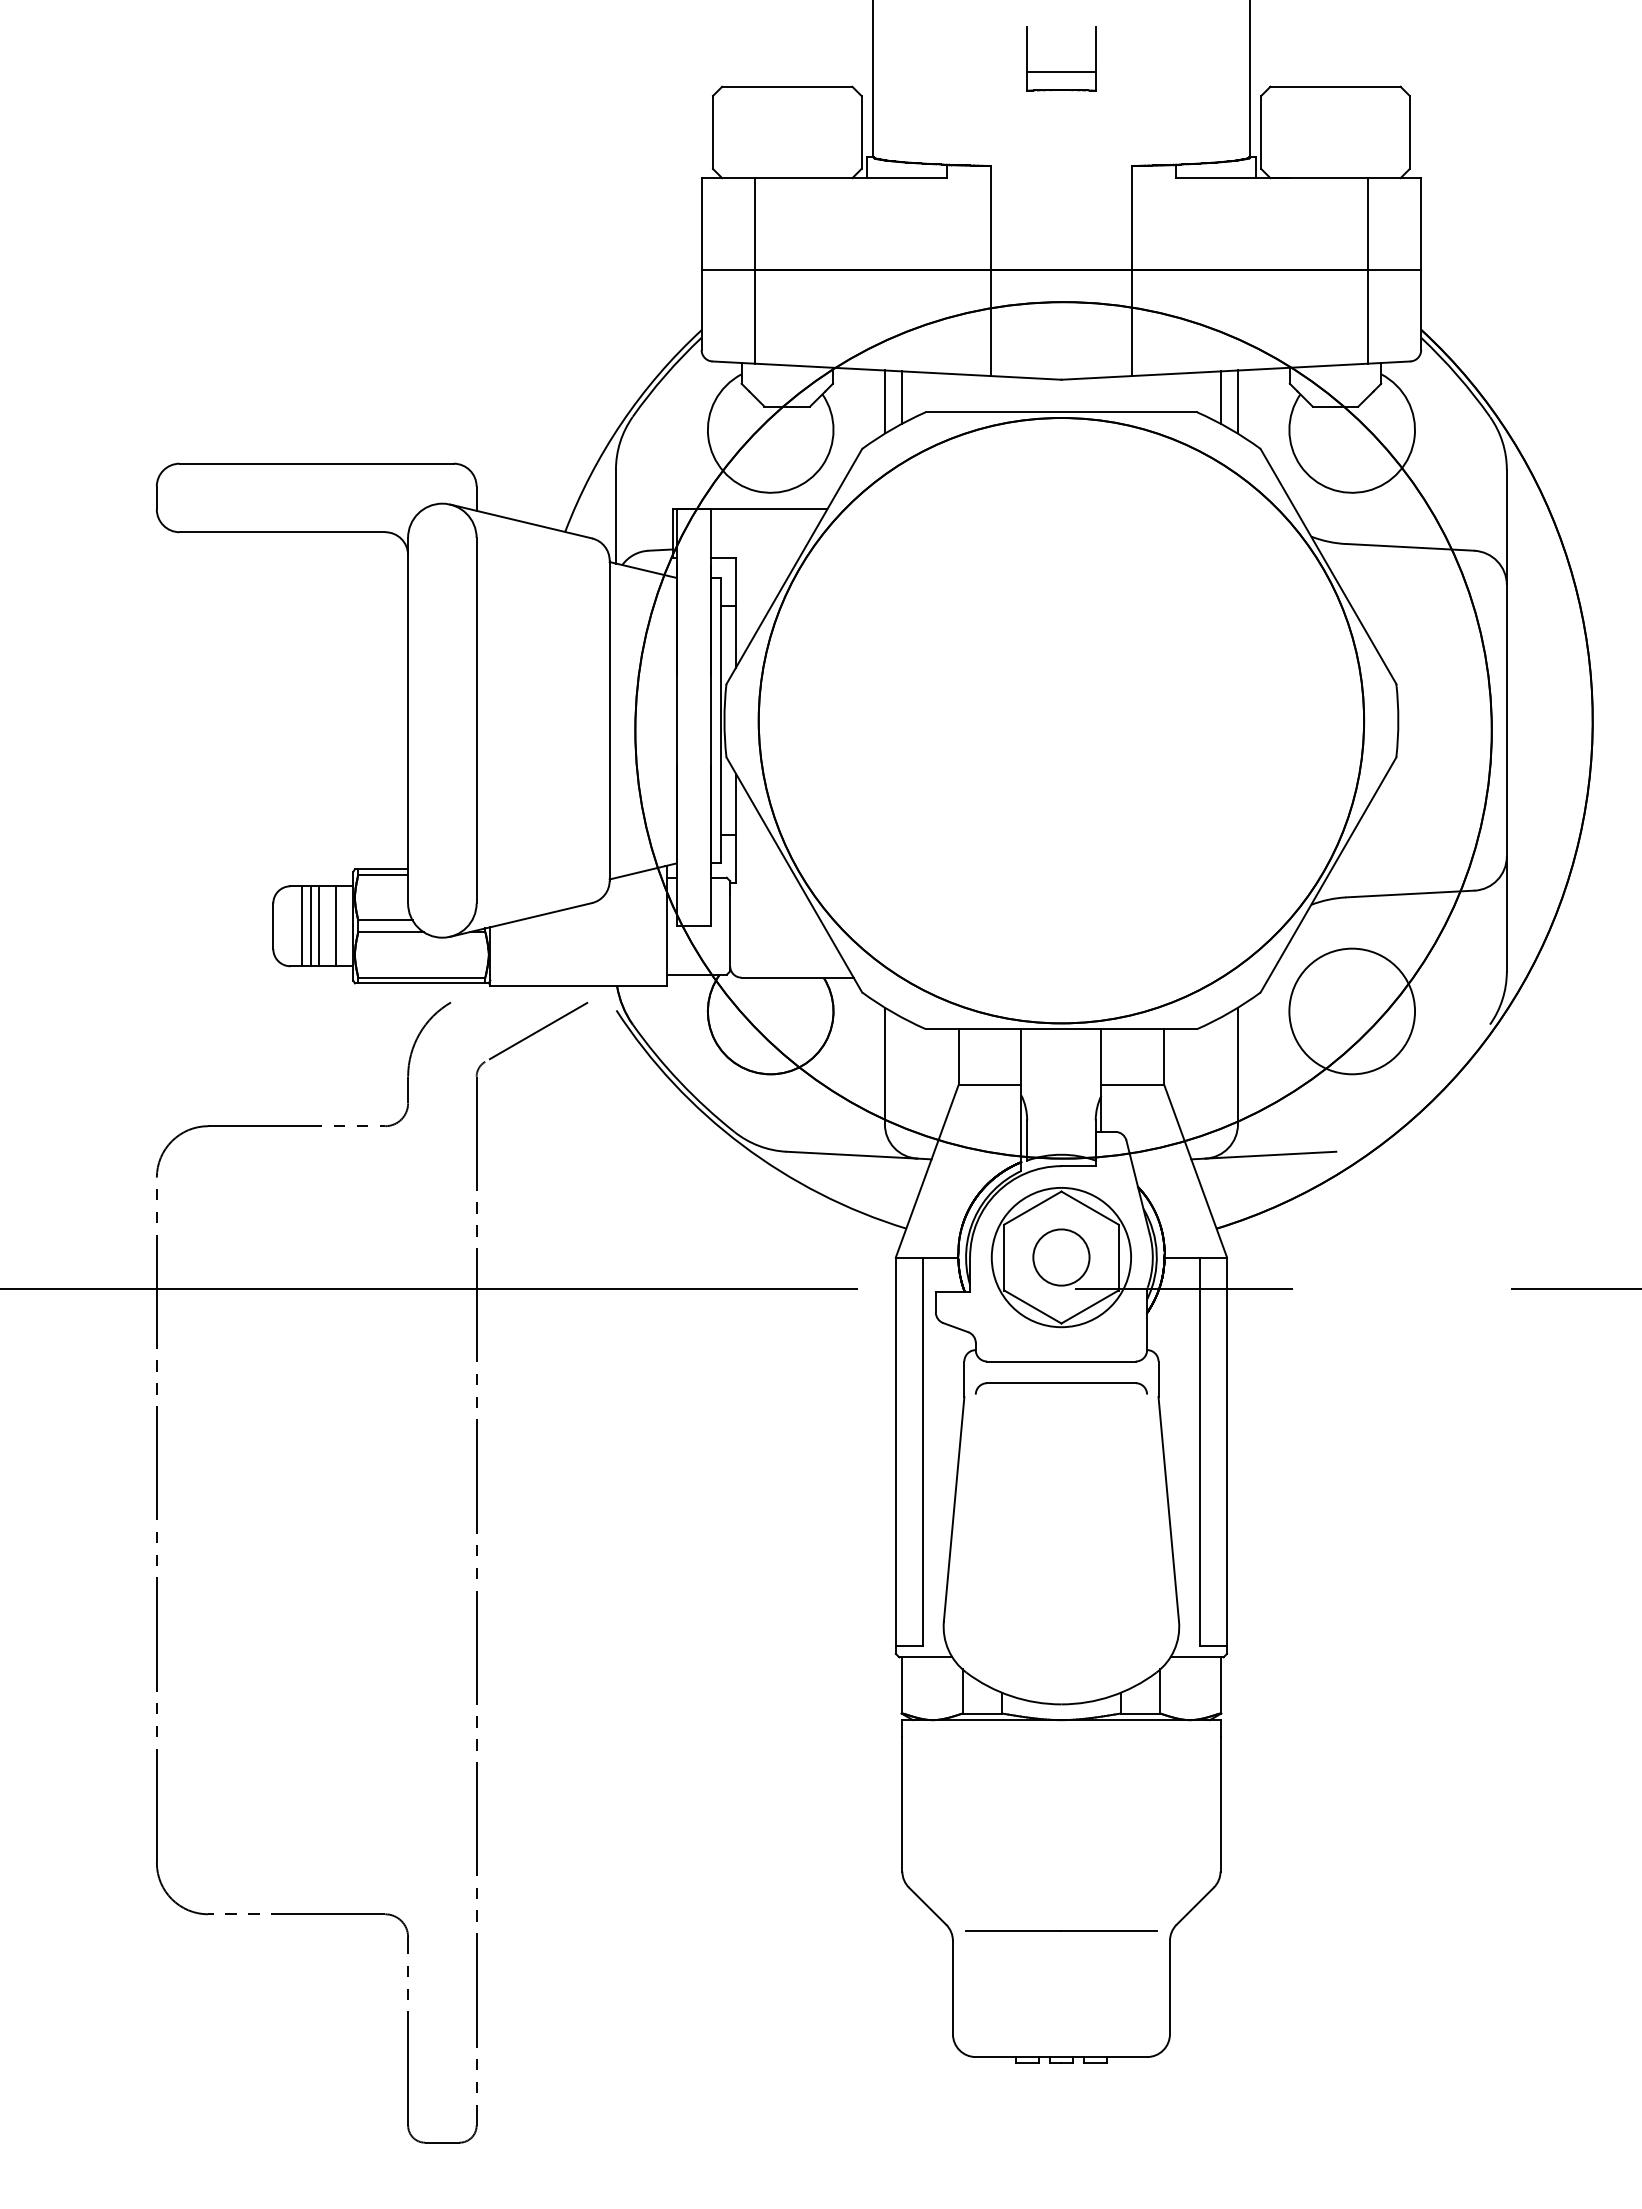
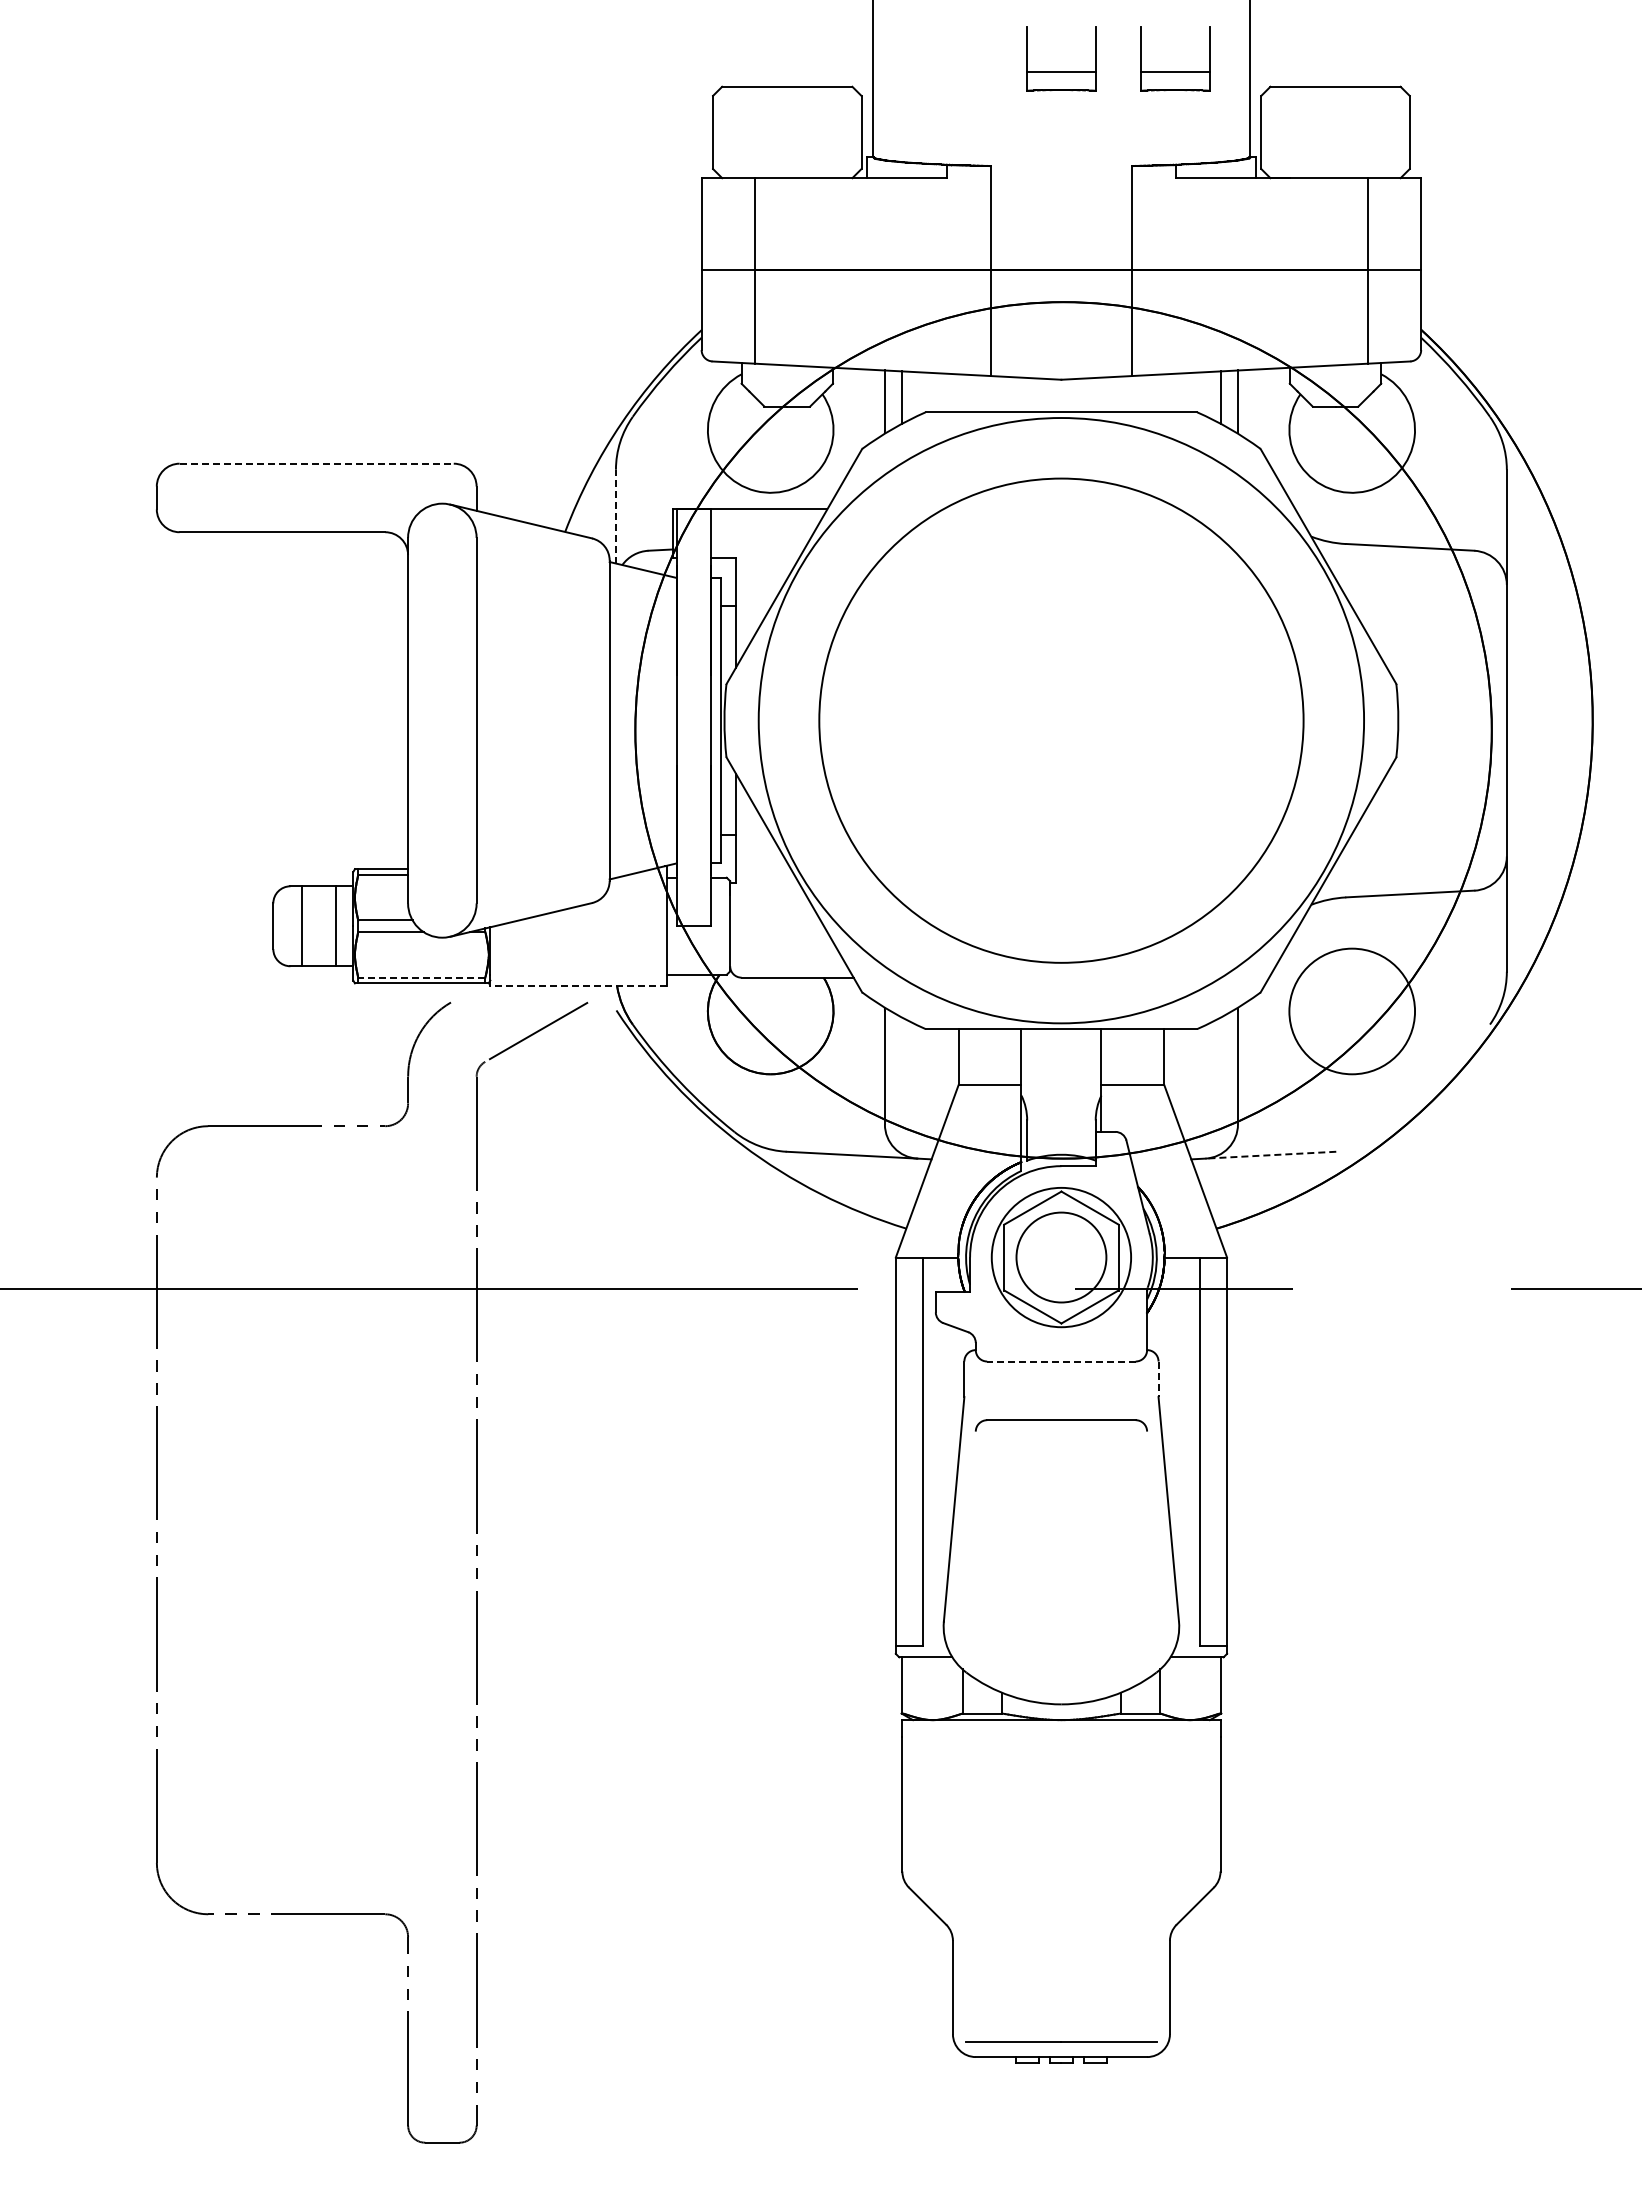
part at (1175, 71): none -> present
line at (317, 463): solid -> dashed
line at (615, 516): solid -> dashed
circle at (1061, 720) diameter: 605 px -> 484 px
line at (311, 926): present -> none
line at (319, 926): present -> none
line at (421, 977): solid -> dashed
line at (578, 986): solid -> dashed
line at (1270, 1155): solid -> dashed
circle at (1061, 1257) diameter: 56 px -> 90 px
line at (1060, 1361): solid -> dashed
line at (1158, 1379): solid -> dashed
part at (1061, 1388) position: (1061, 1388) -> (1061, 1425)
line at (1061, 1930) position: (1061, 1930) -> (1061, 2041)
